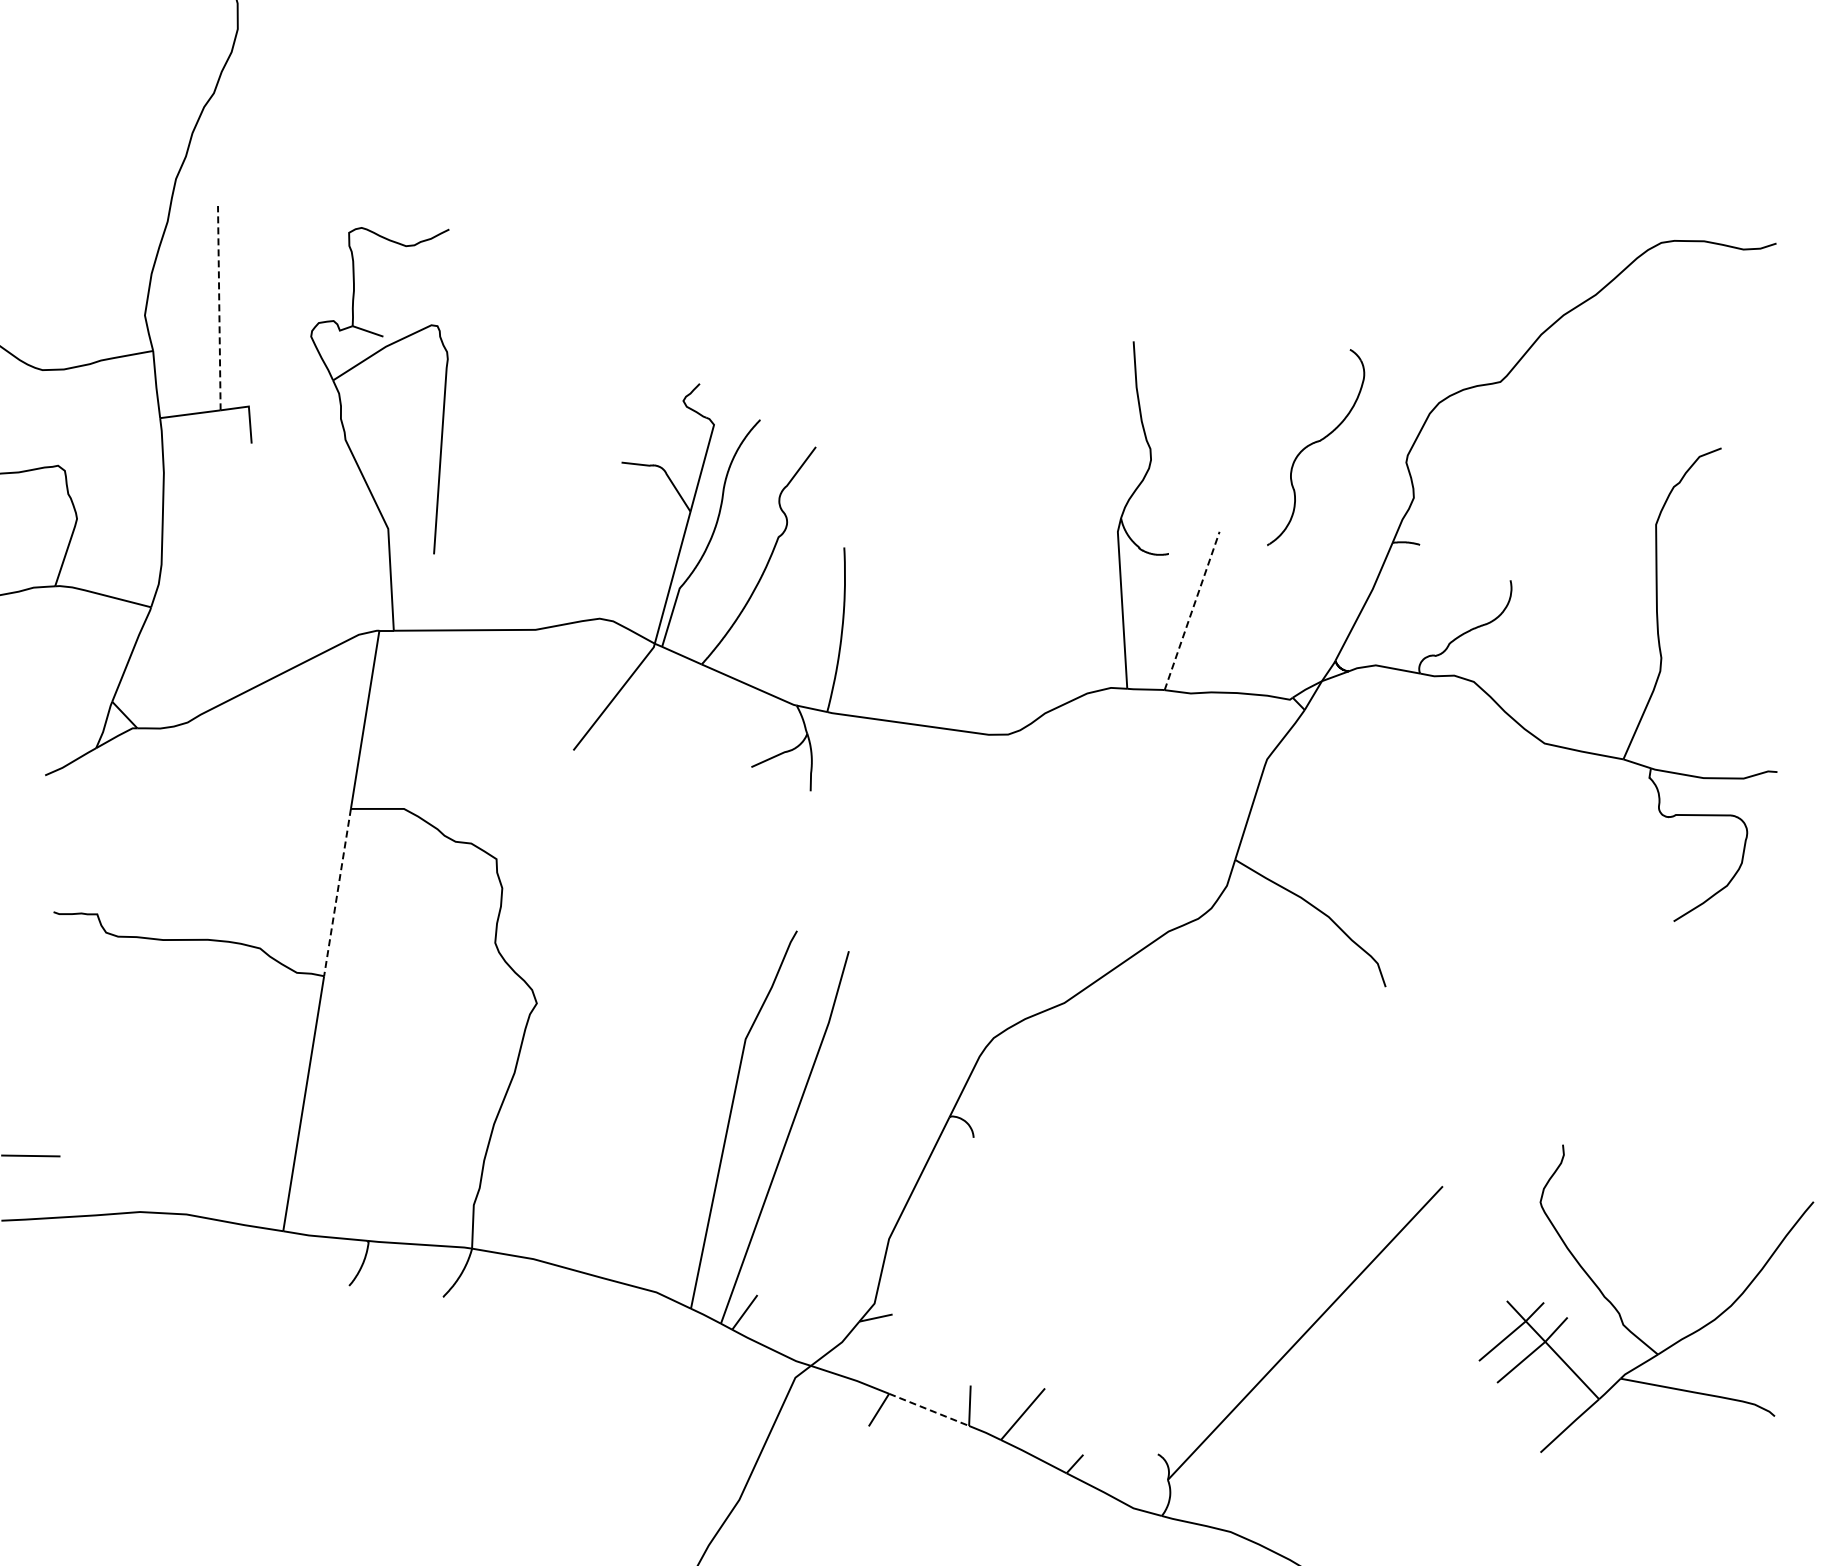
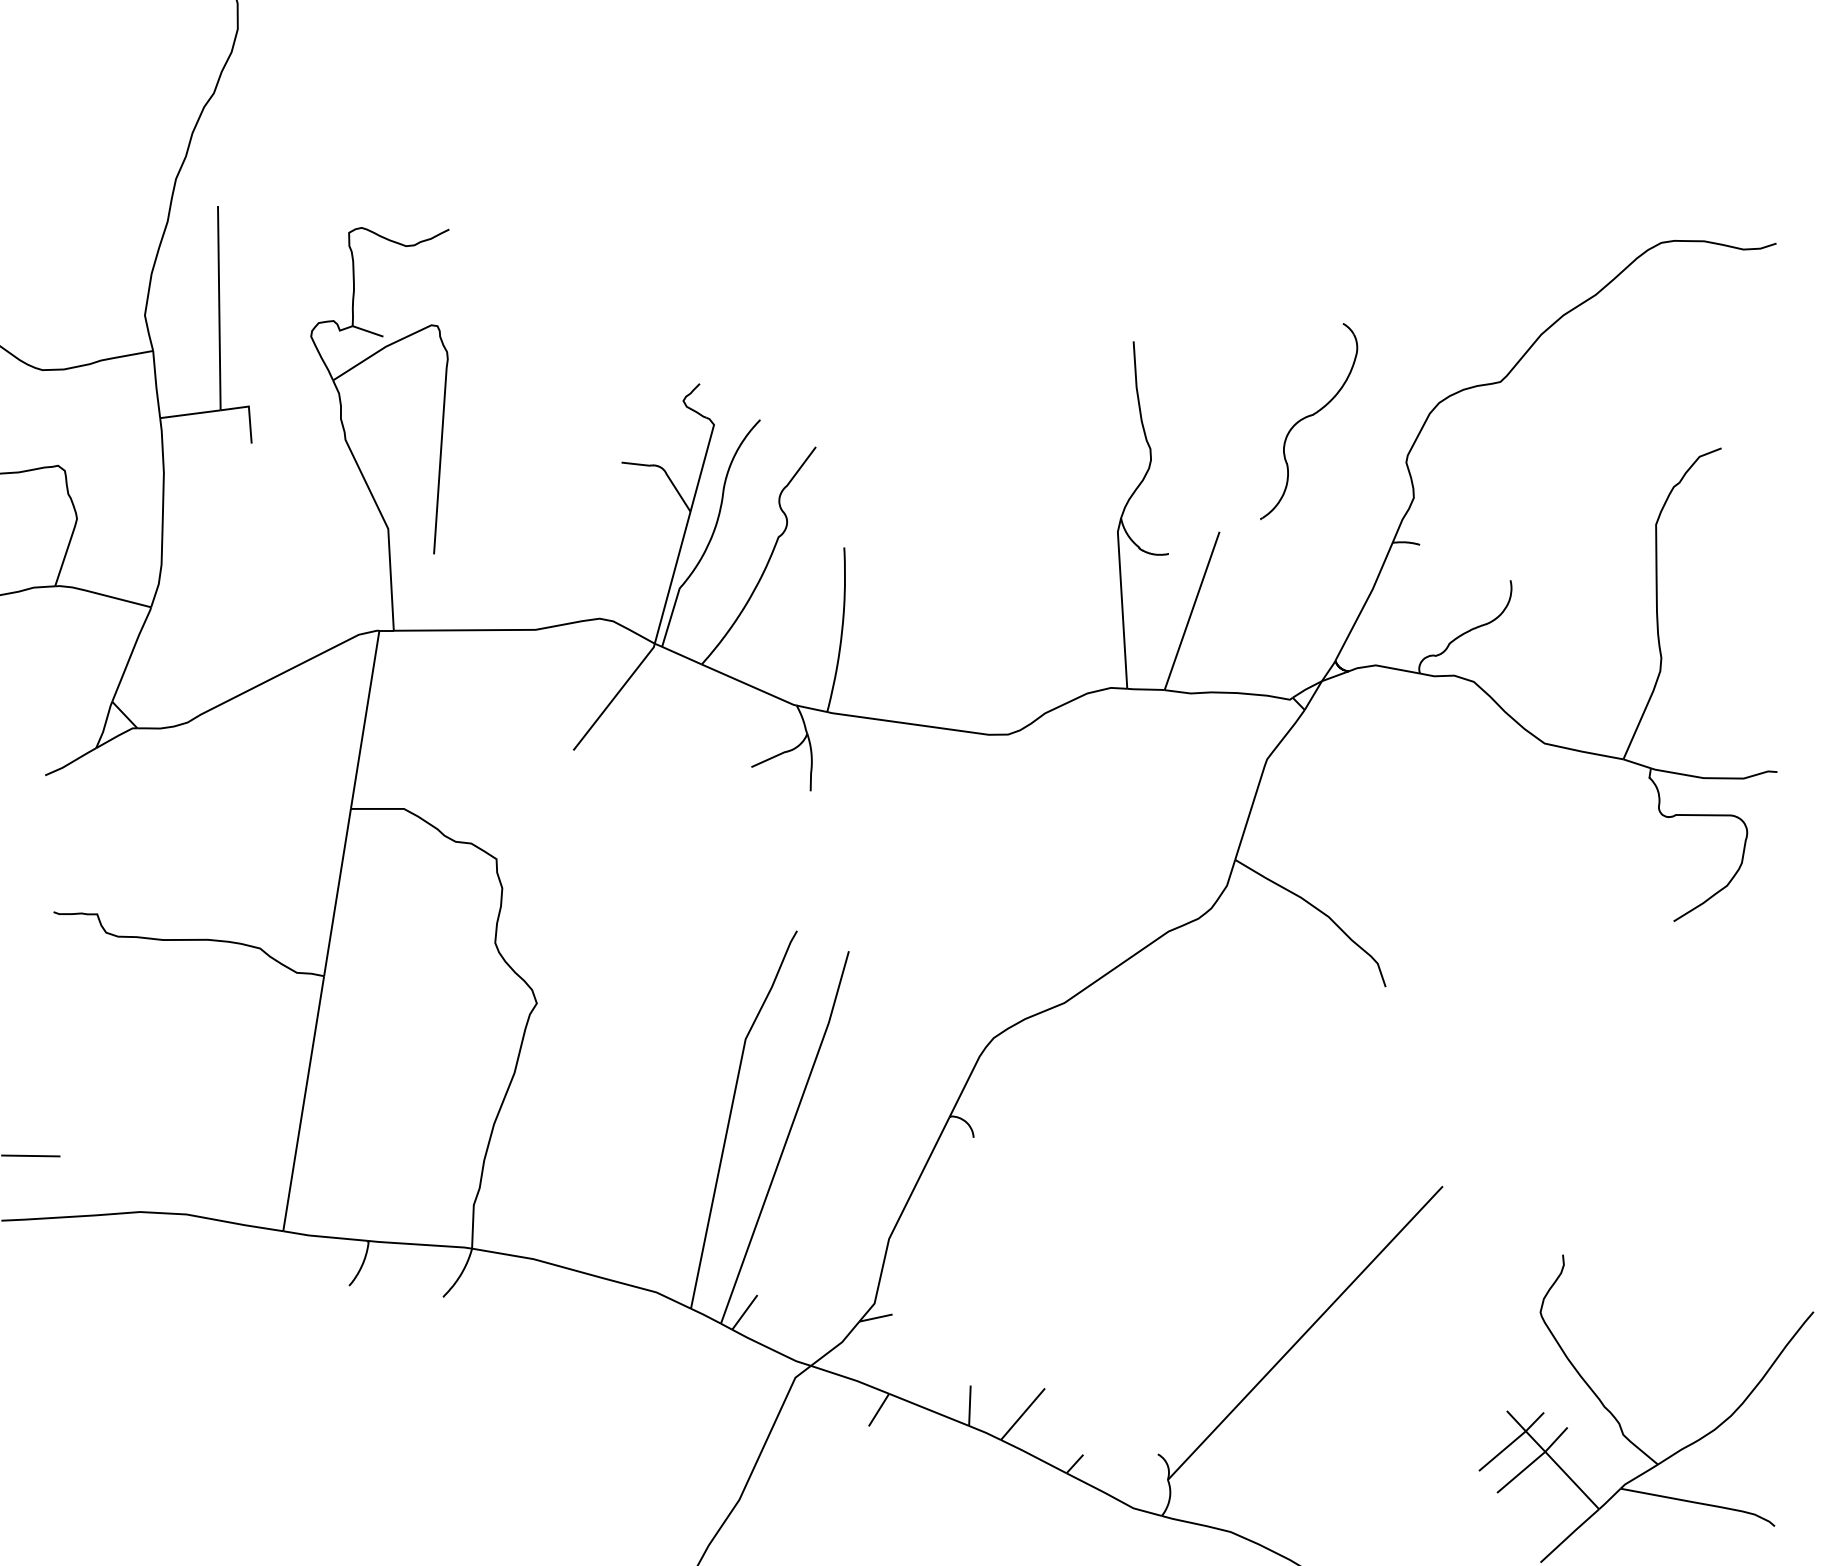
line at (219, 307): dashed -> solid
part at (1316, 447) position: (1316, 447) -> (1309, 421)
line at (1192, 610): dashed -> solid
line at (337, 892): dashed -> solid
part at (1620, 1313) position: (1620, 1313) -> (1620, 1423)
line at (929, 1410): dashed -> solid
